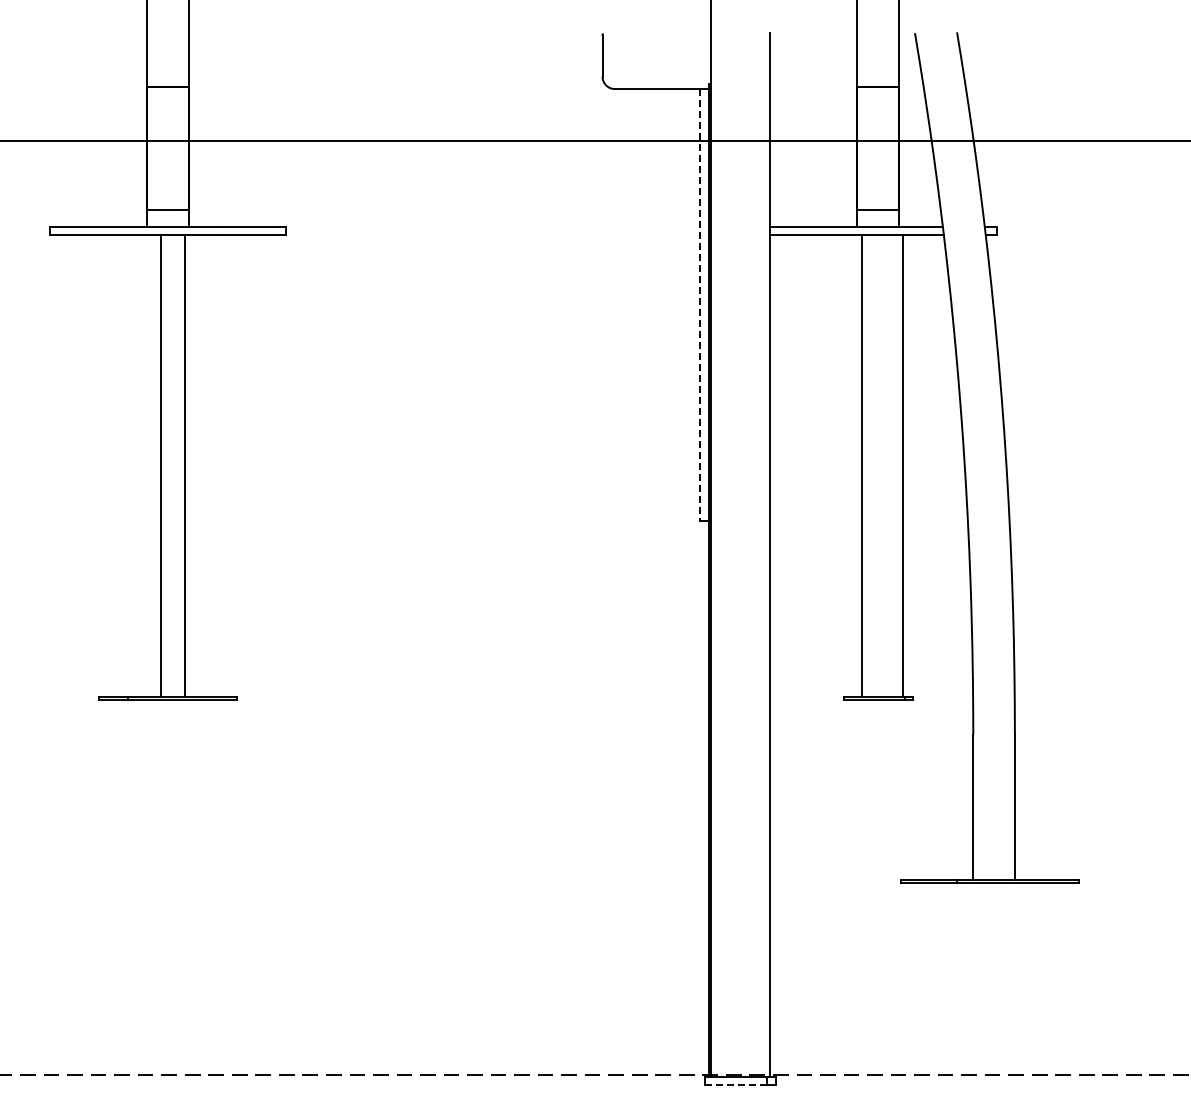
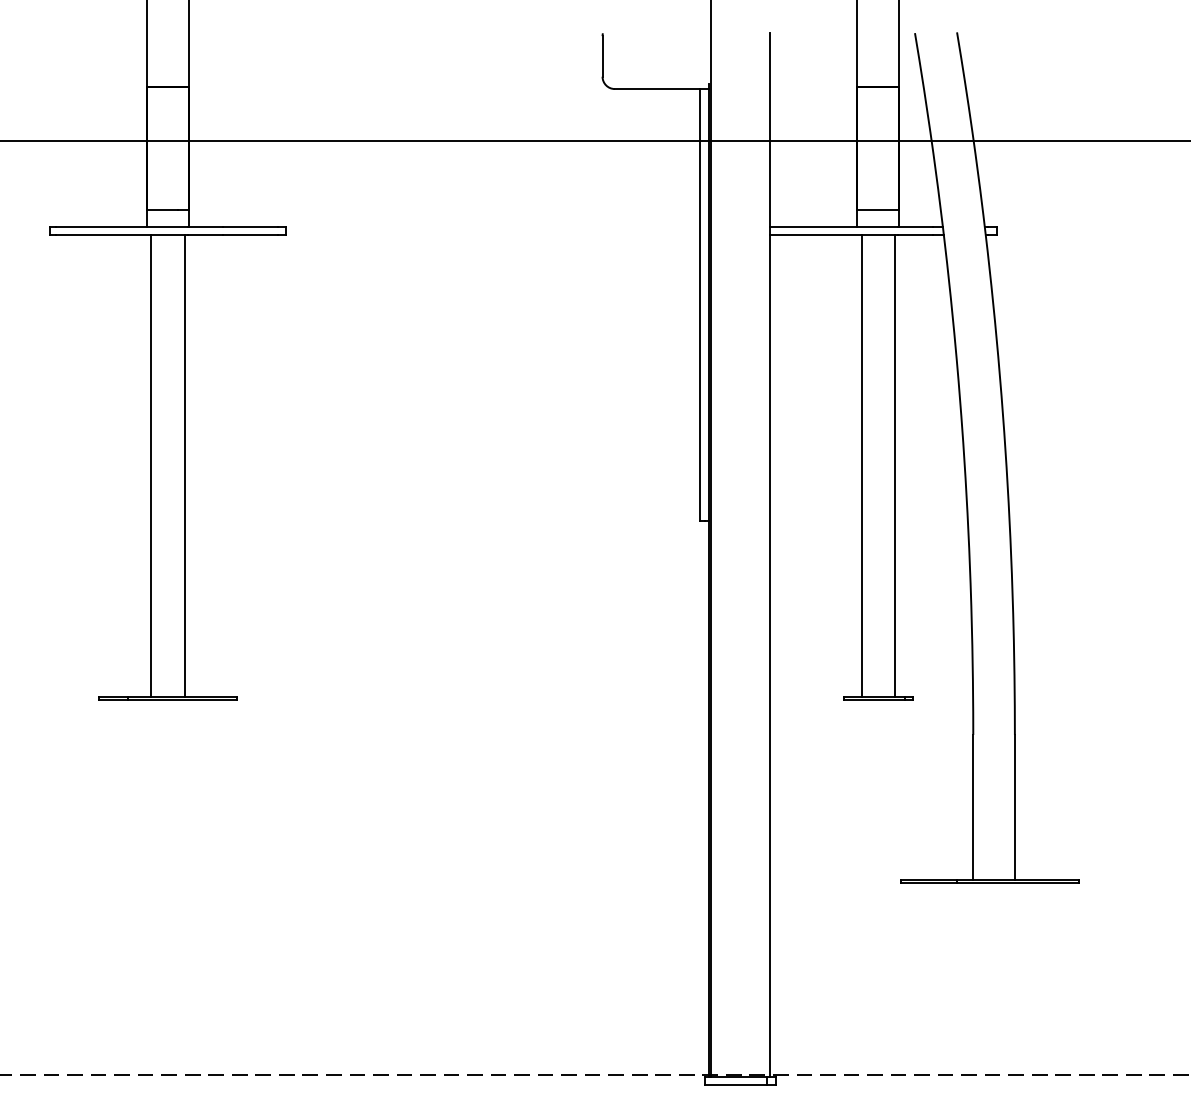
line at (699, 305): dashed -> solid
line at (161, 465) position: (161, 465) -> (151, 465)
line at (902, 465) position: (902, 465) -> (894, 465)
line at (735, 1084): dashed -> solid
